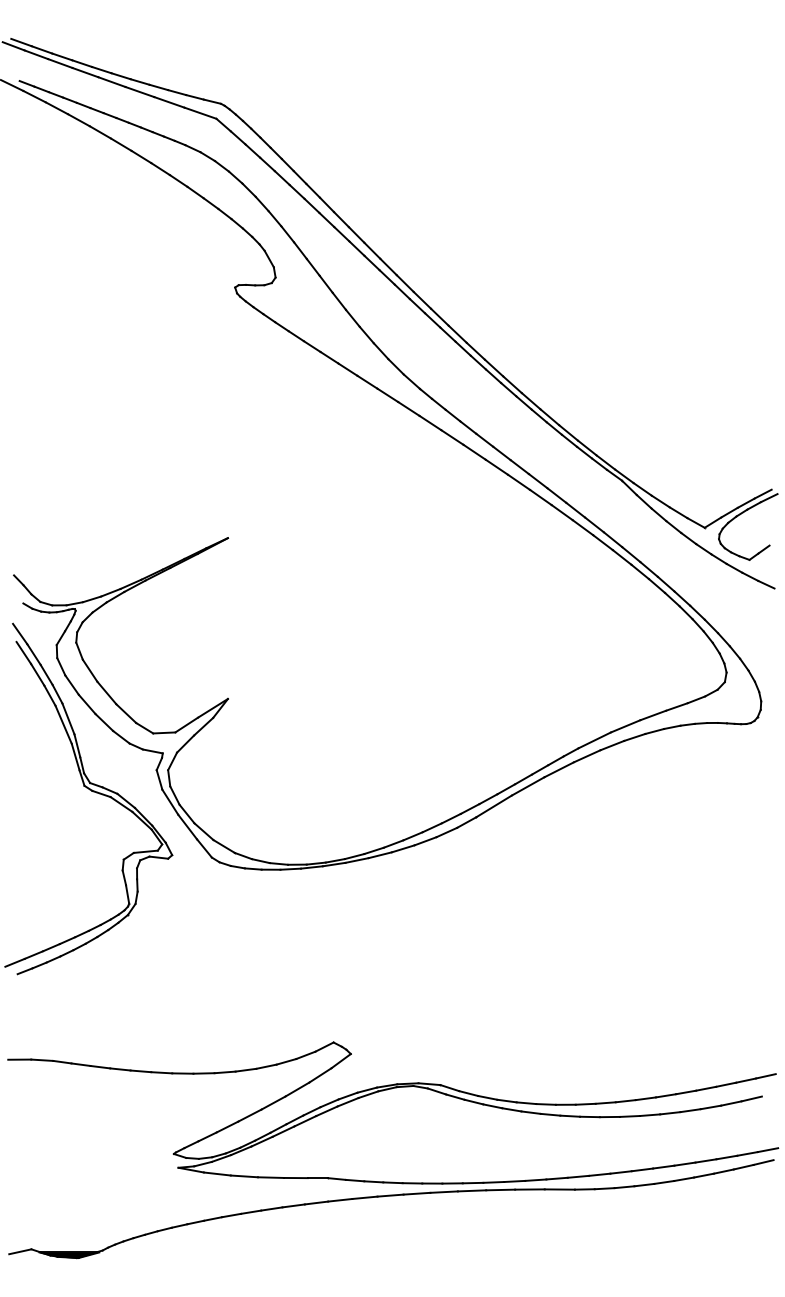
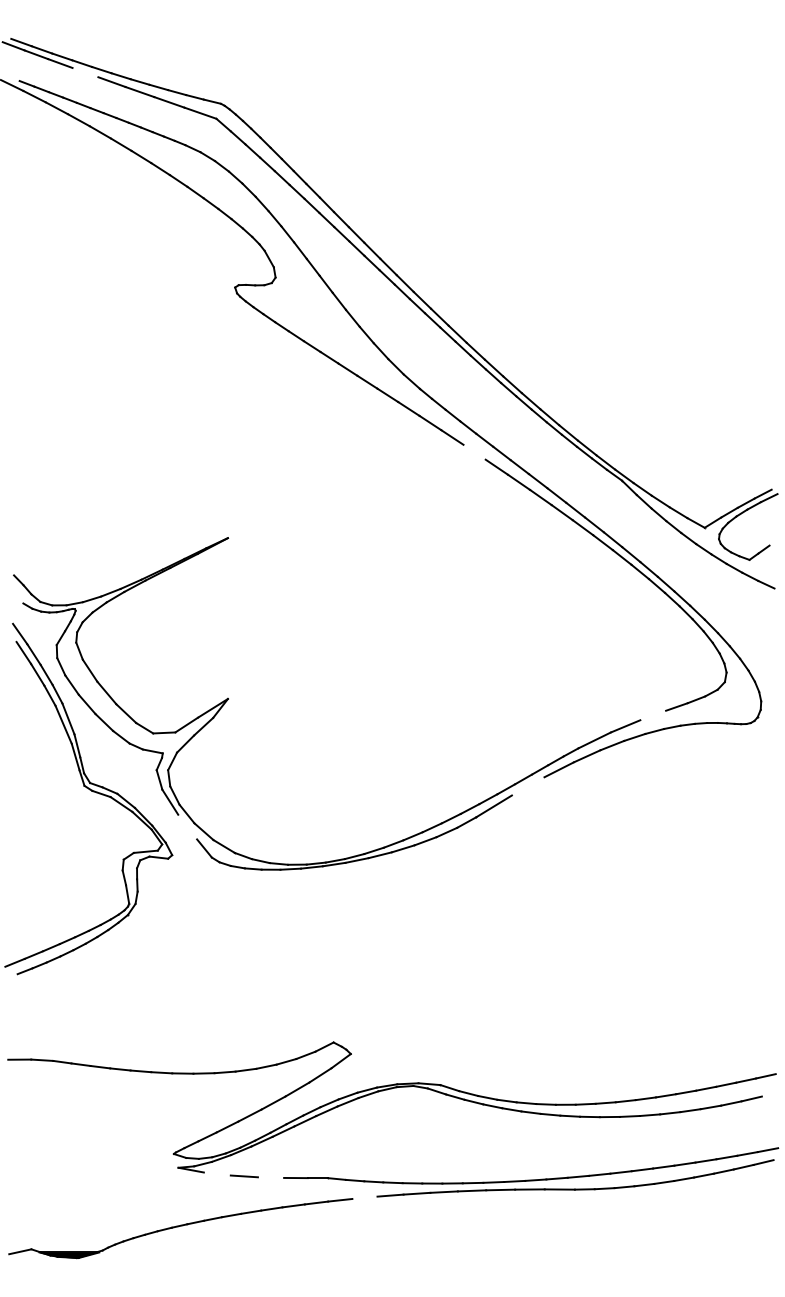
line at (85, 72): present -> none
line at (474, 451): present -> none
line at (653, 715): present -> none
line at (527, 786): present -> none
line at (187, 826): present -> none
line at (216, 1173): present -> none
line at (270, 1177): present -> none
line at (364, 1197): present -> none
